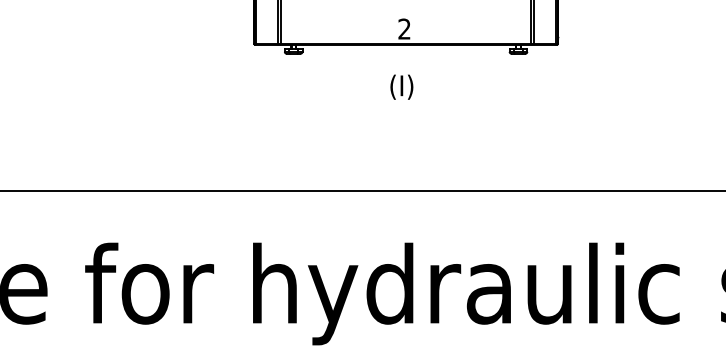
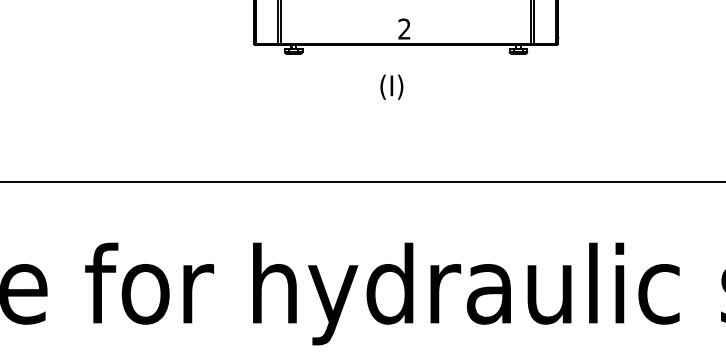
text at (401, 86) position: (401, 86) -> (391, 86)
line at (362, 191) position: (362, 191) -> (362, 182)
